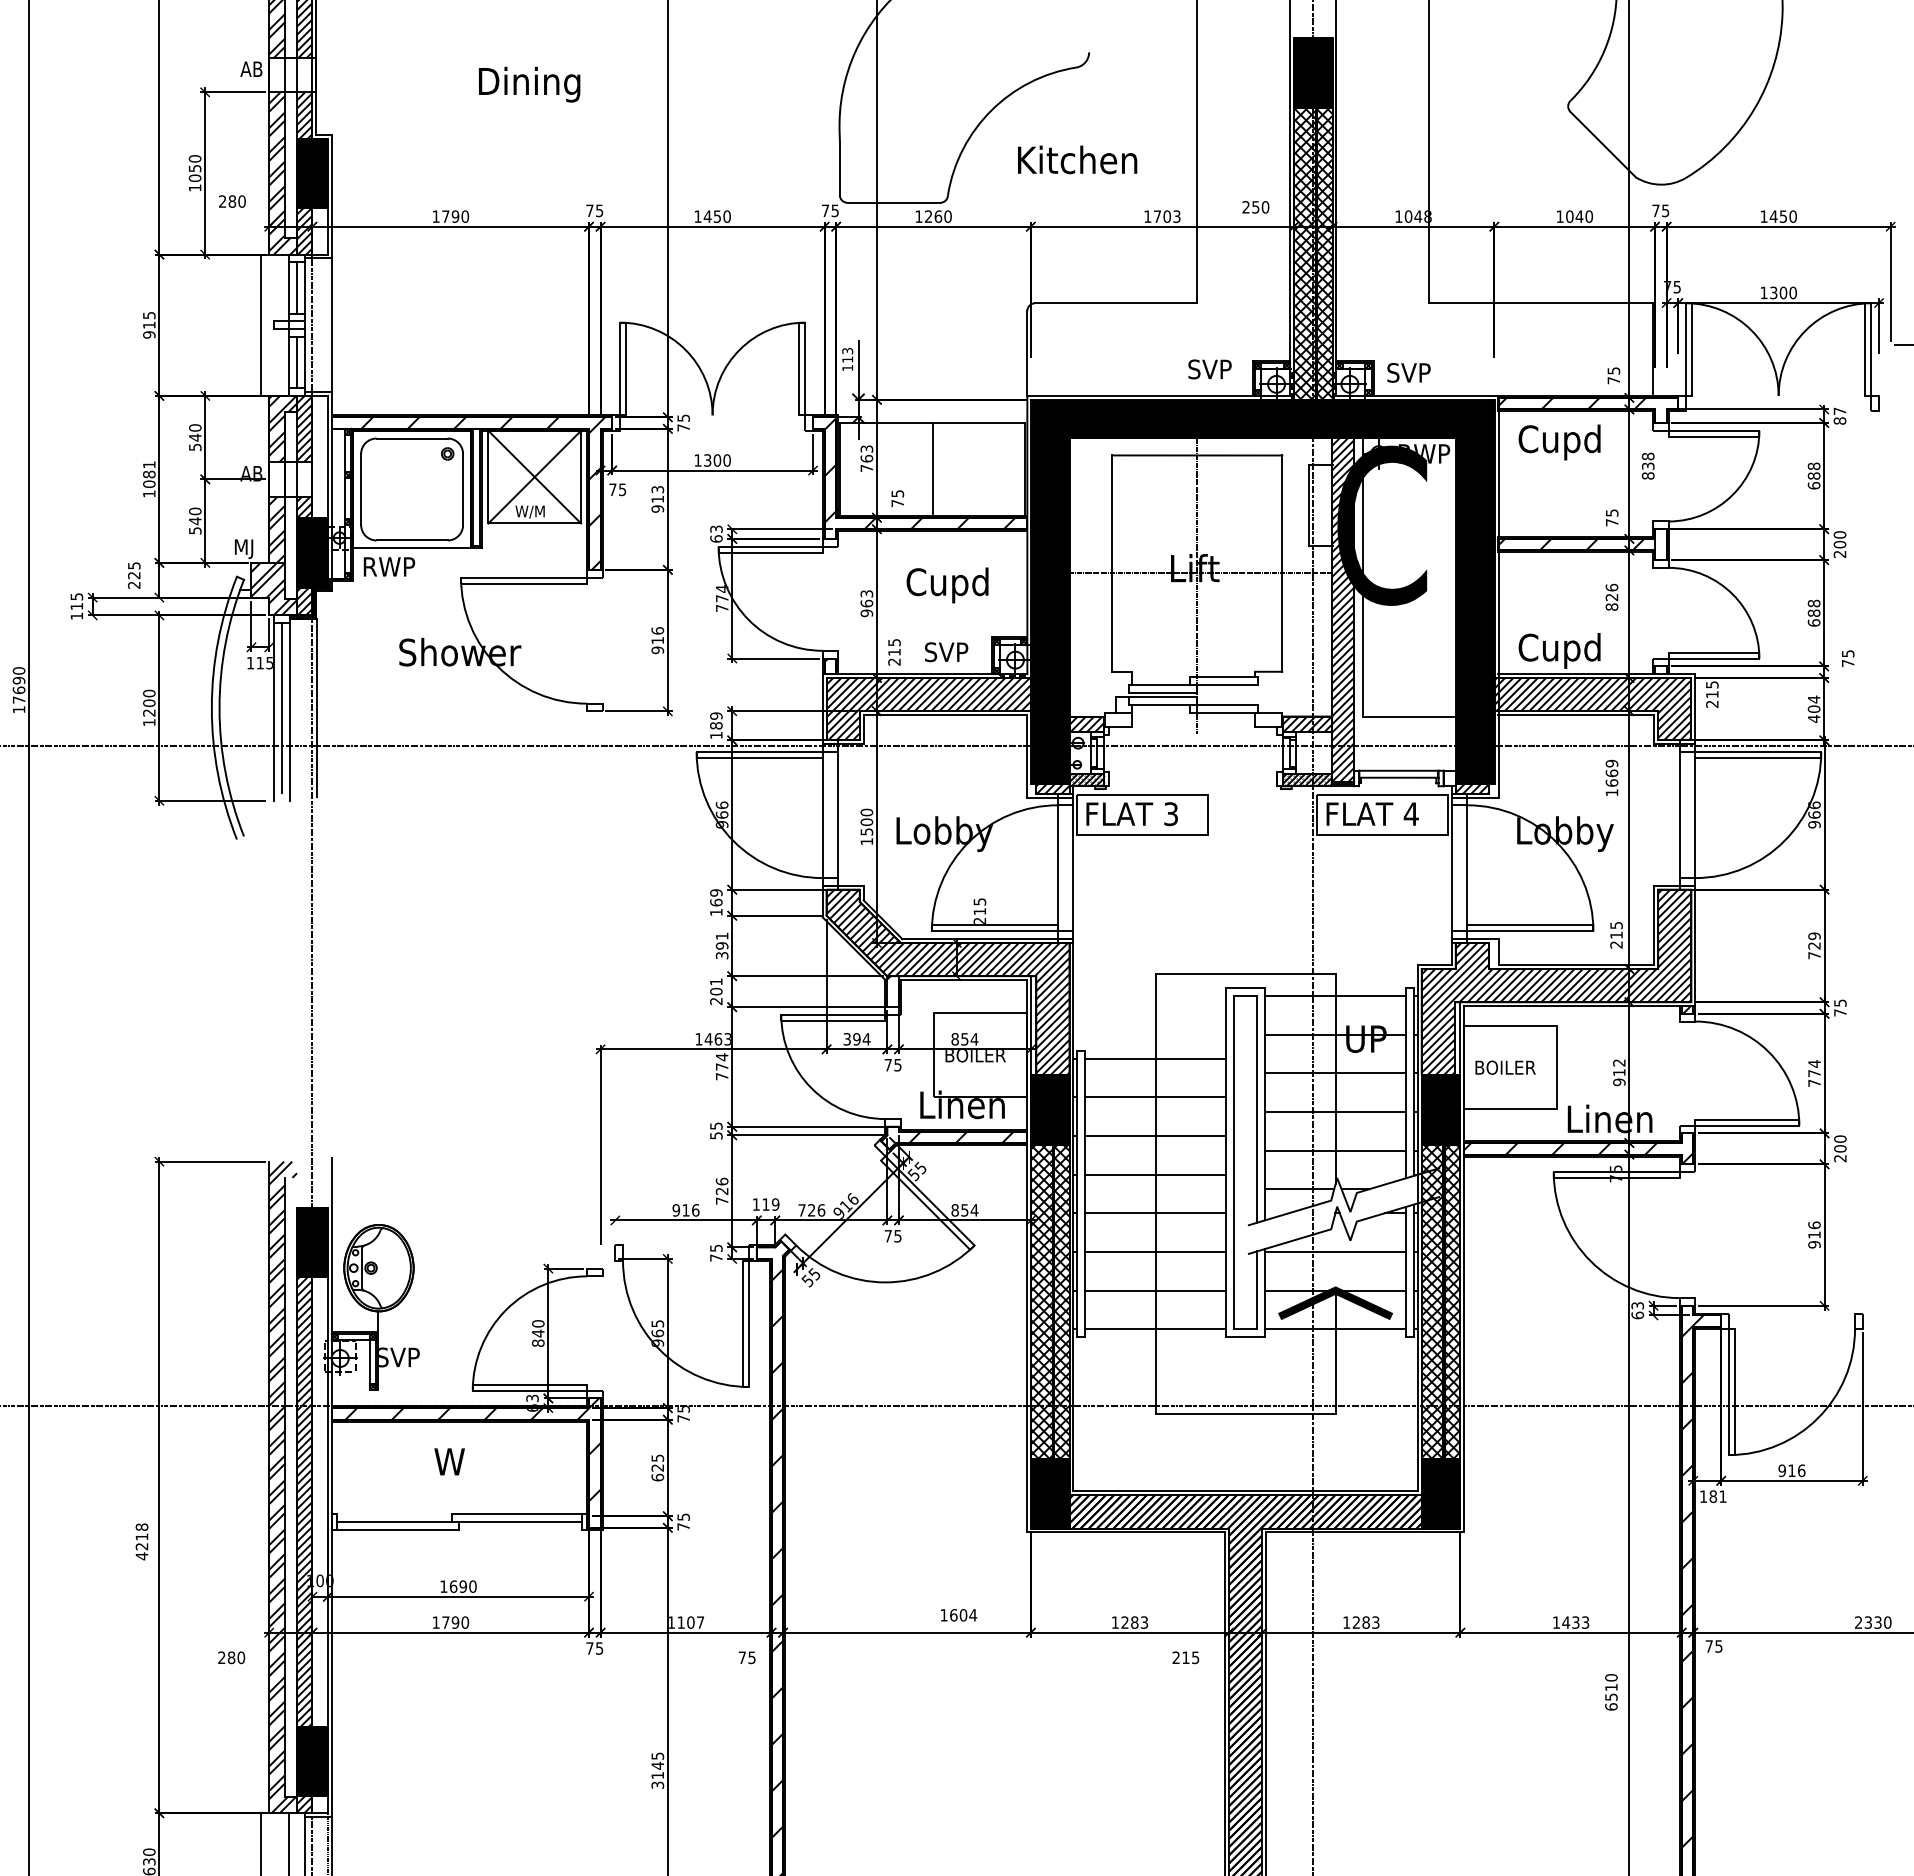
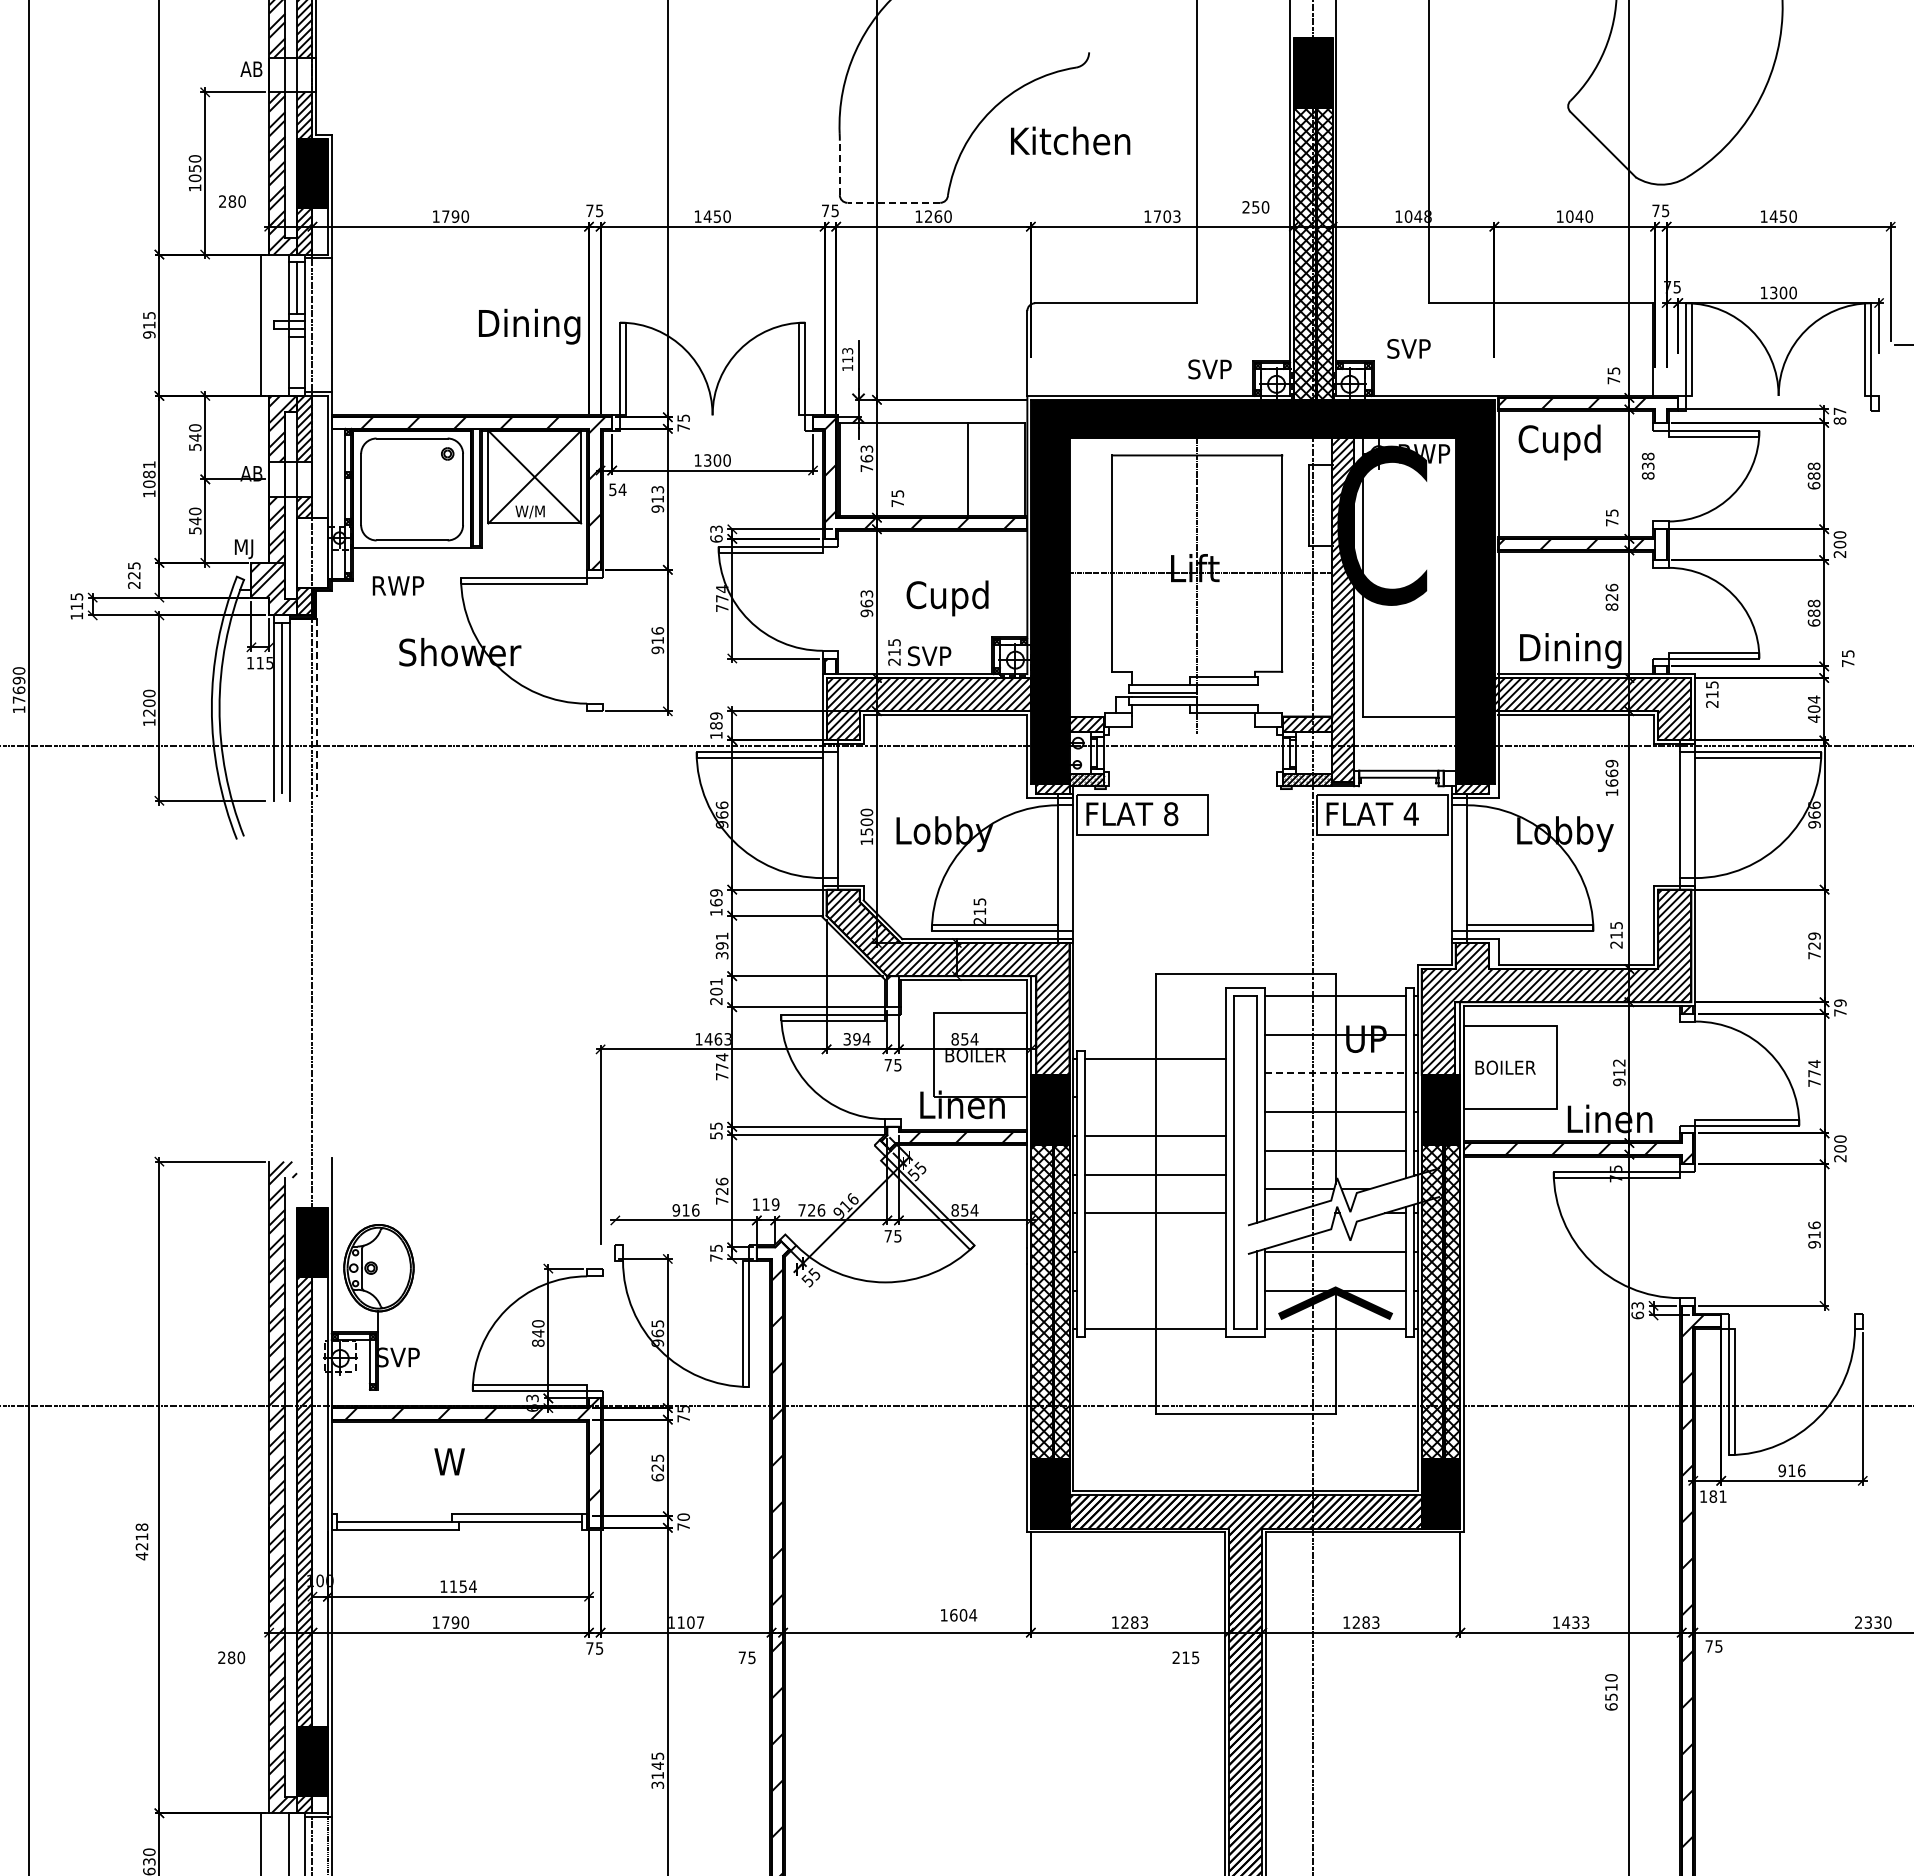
text at (529, 84) position: (529, 84) -> (529, 326)
text at (1077, 159) position: (1077, 159) -> (1070, 140)
line at (839, 167): solid -> dashed
line at (893, 202): solid -> dashed
line at (297, 362): present -> none
text at (1408, 372) position: (1408, 372) -> (1408, 348)
line at (932, 469) position: (932, 469) -> (967, 469)
text at (617, 489): 75 -> 54
fill at (312, 552): present -> none
text at (389, 566) position: (389, 566) -> (398, 585)
text at (947, 585) position: (947, 585) -> (947, 598)
text at (1569, 650): Cupd -> Dining
text at (946, 652) position: (946, 652) -> (929, 656)
line at (316, 708): solid -> dashed
text at (1171, 814): 3 -> 8
text at (1840, 1002): 75 -> 79
line at (1335, 1073): solid -> dashed
line at (1155, 1097): present -> none
line at (1155, 1251): present -> none
line at (1155, 1290): present -> none
text at (683, 1516): 75 -> 70
text at (462, 1586): 1690 -> 1154
